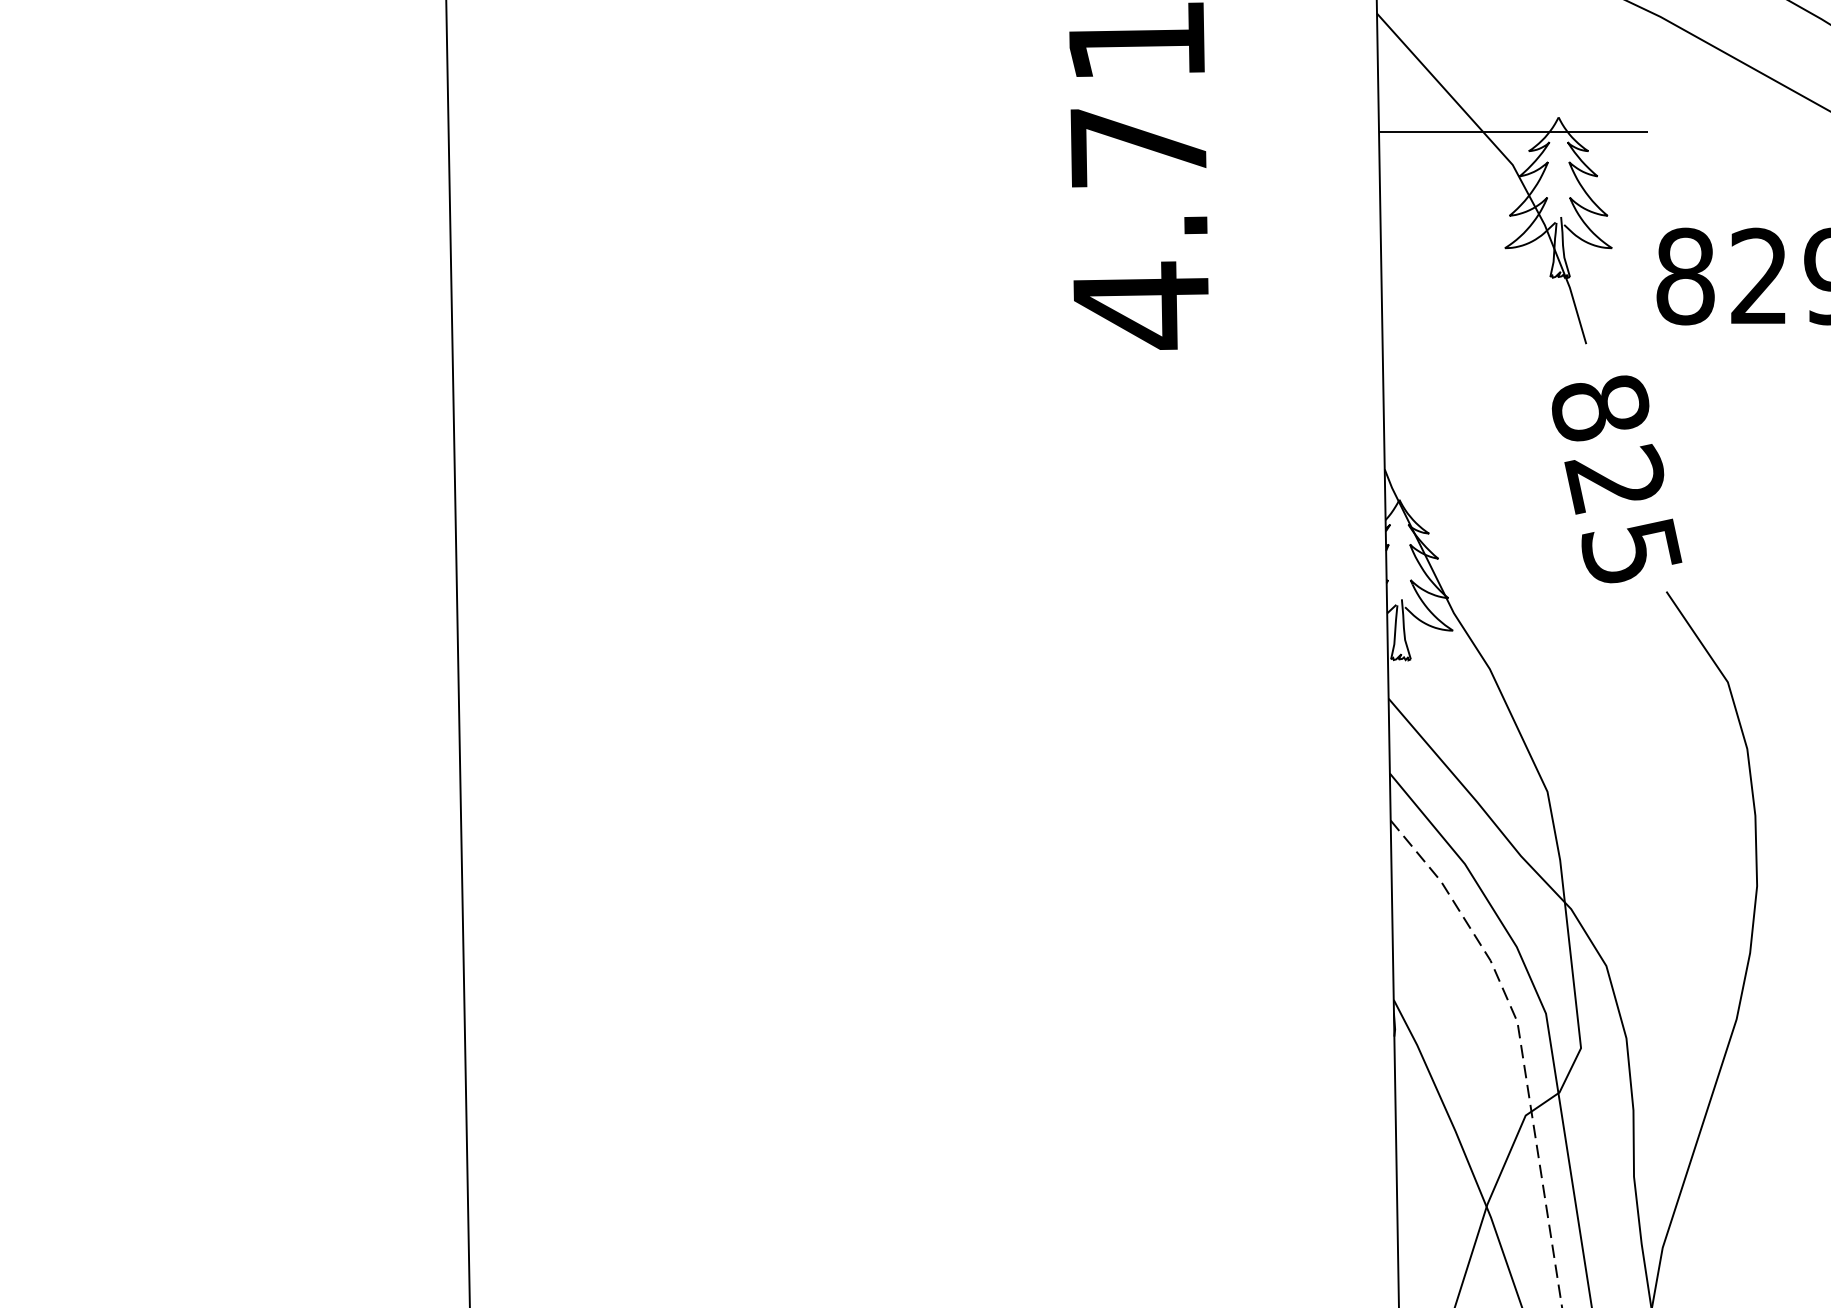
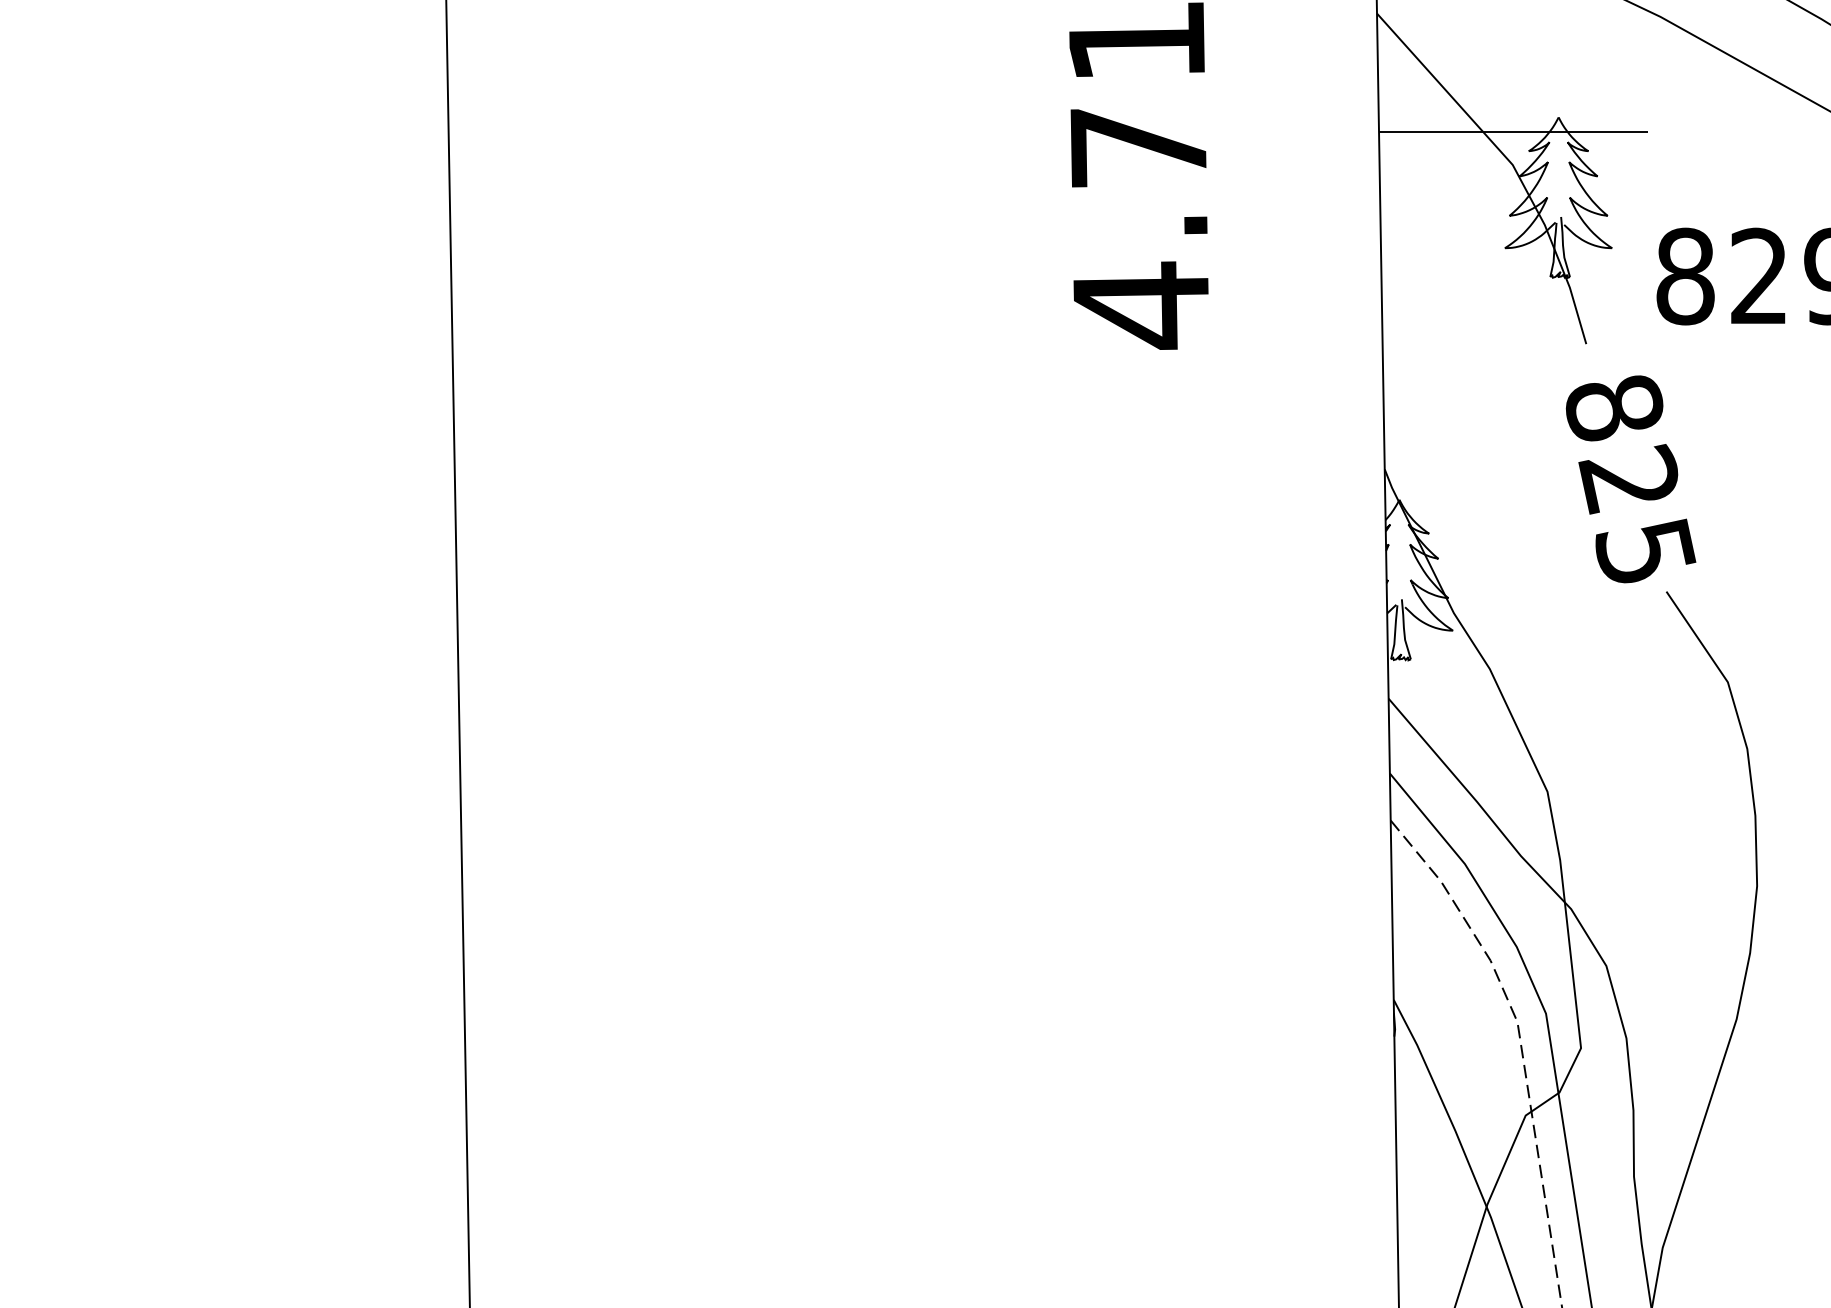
text at (1616, 479) position: (1616, 479) -> (1630, 479)
